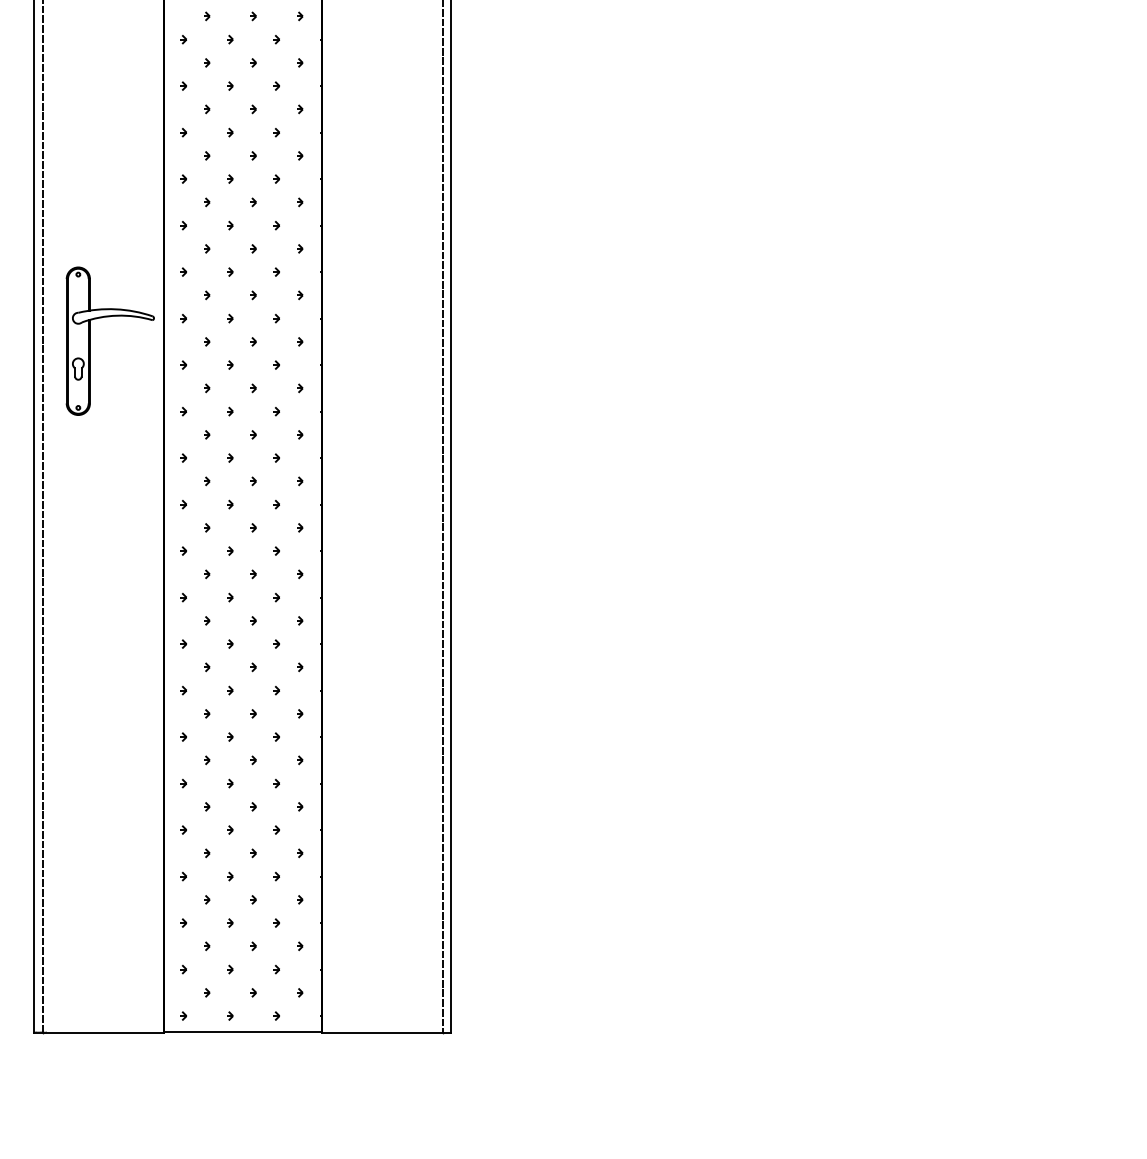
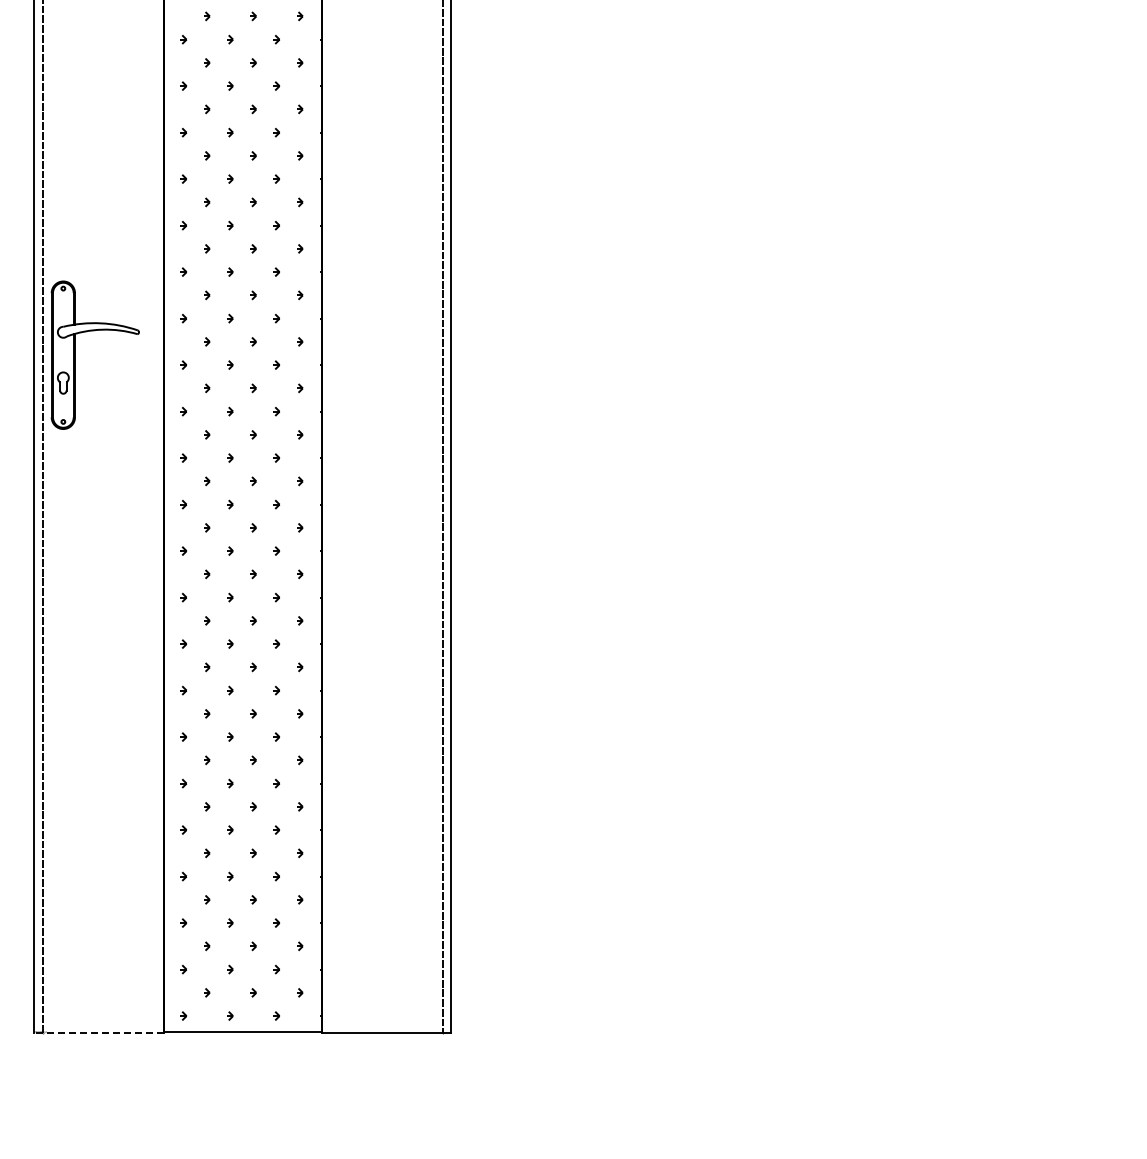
part at (90, 340) position: (90, 340) -> (75, 354)
line at (99, 1032): solid -> dashed
